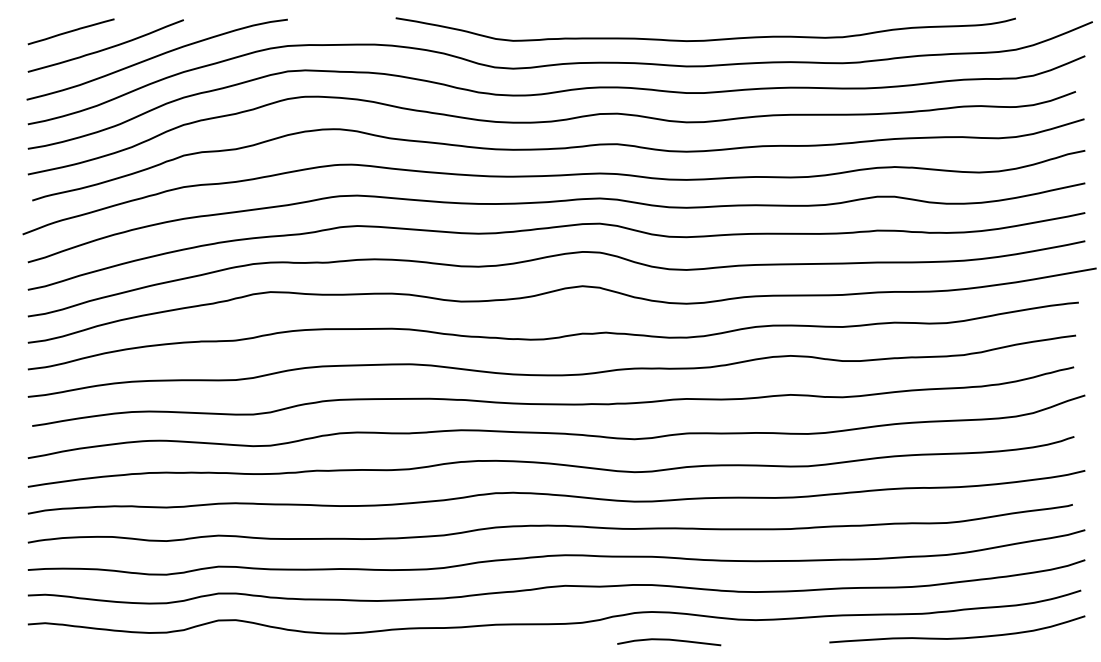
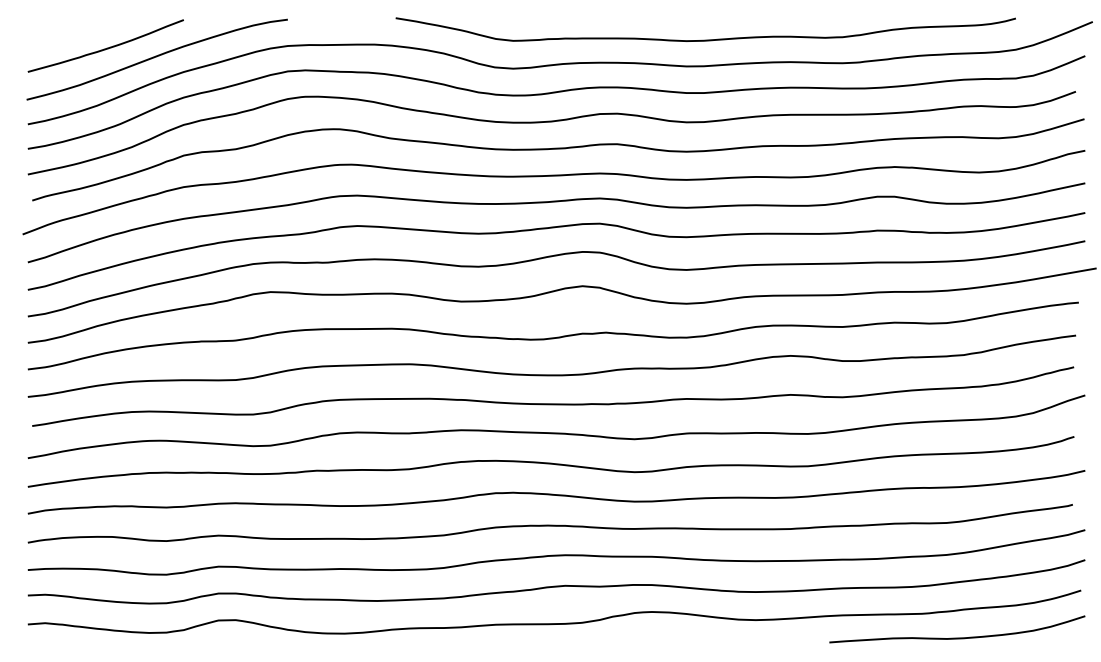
line at (70, 31): present -> none
curve at (669, 640): present -> none
